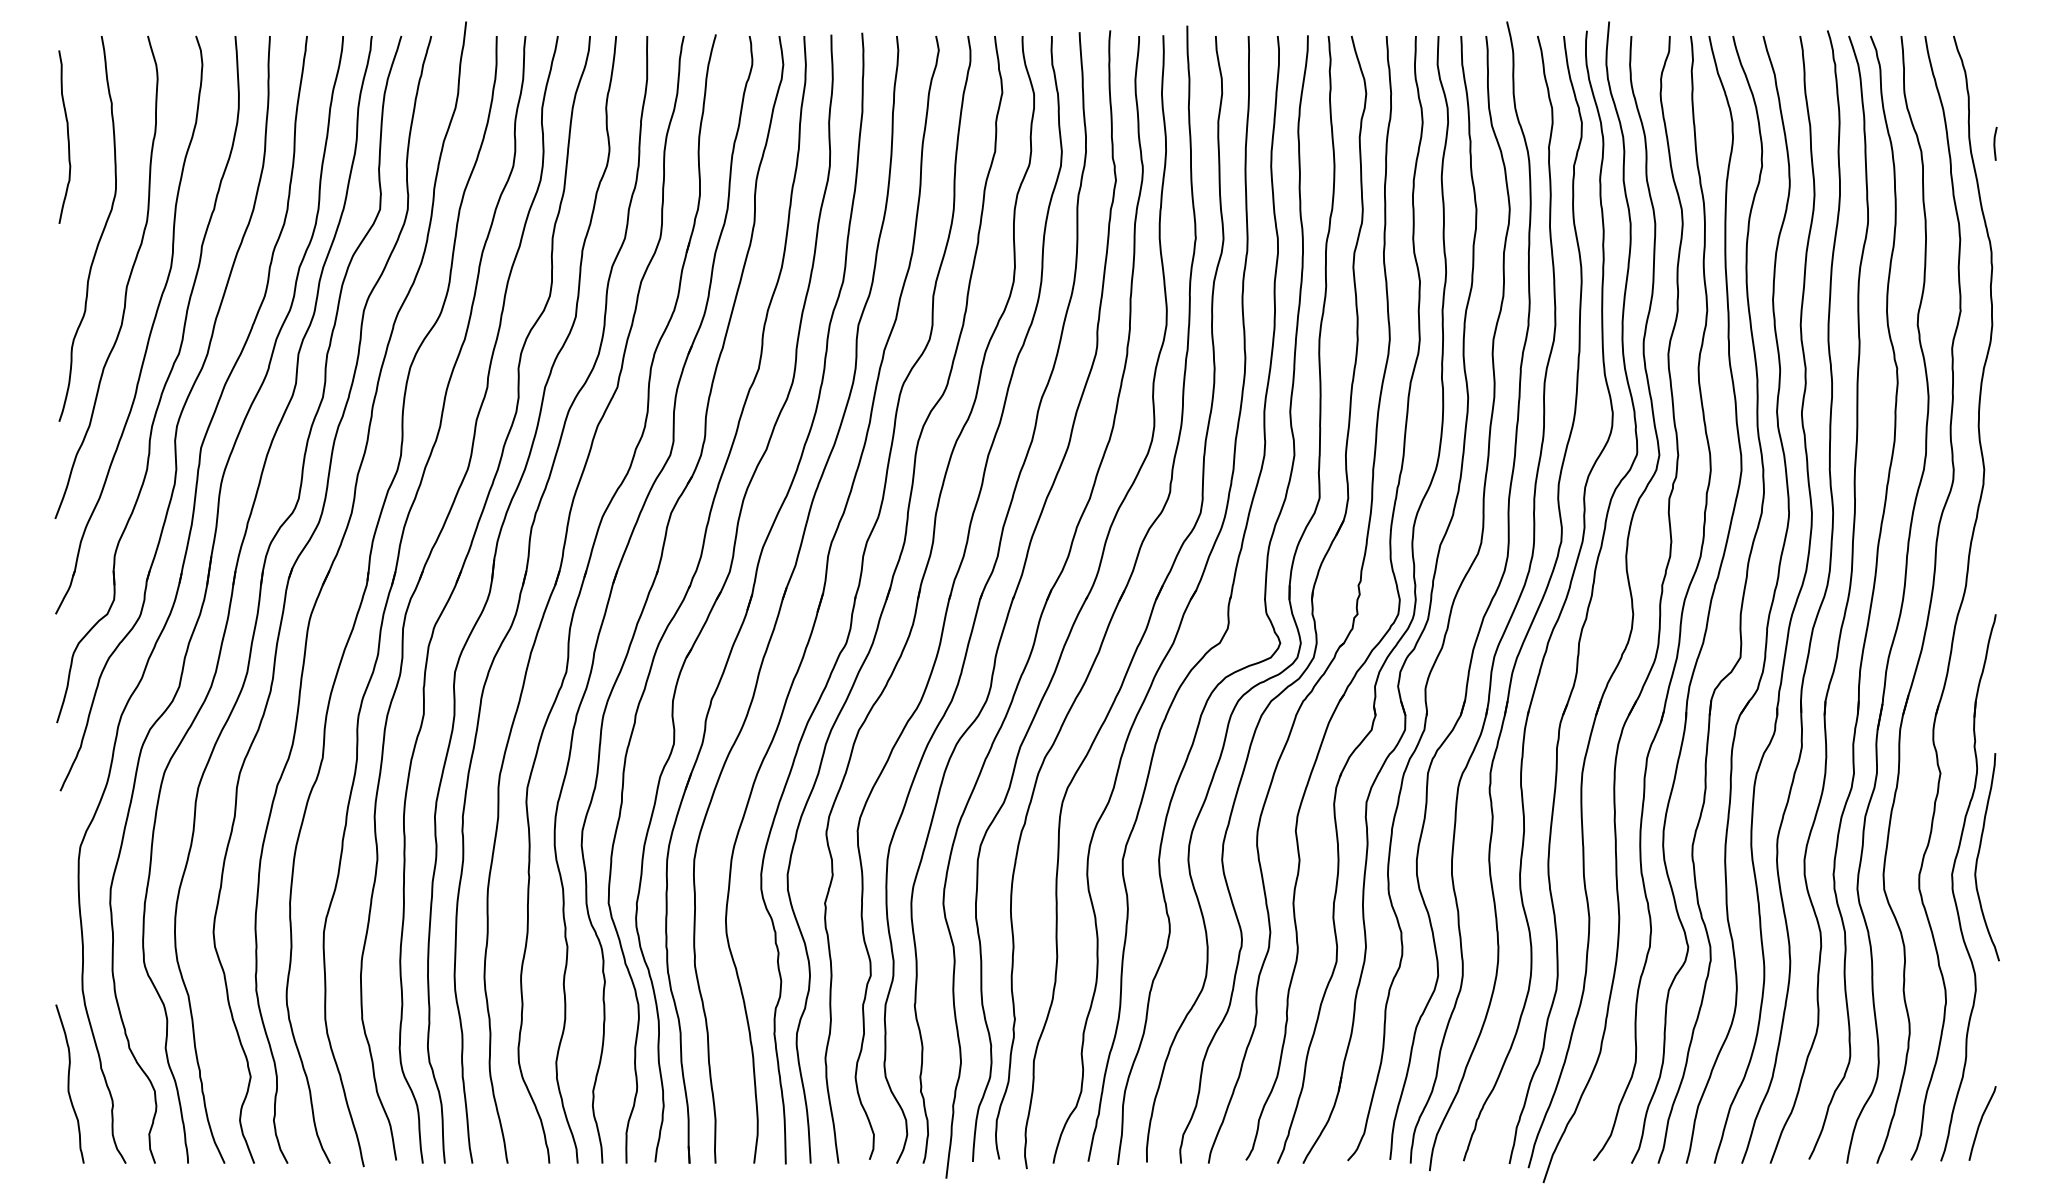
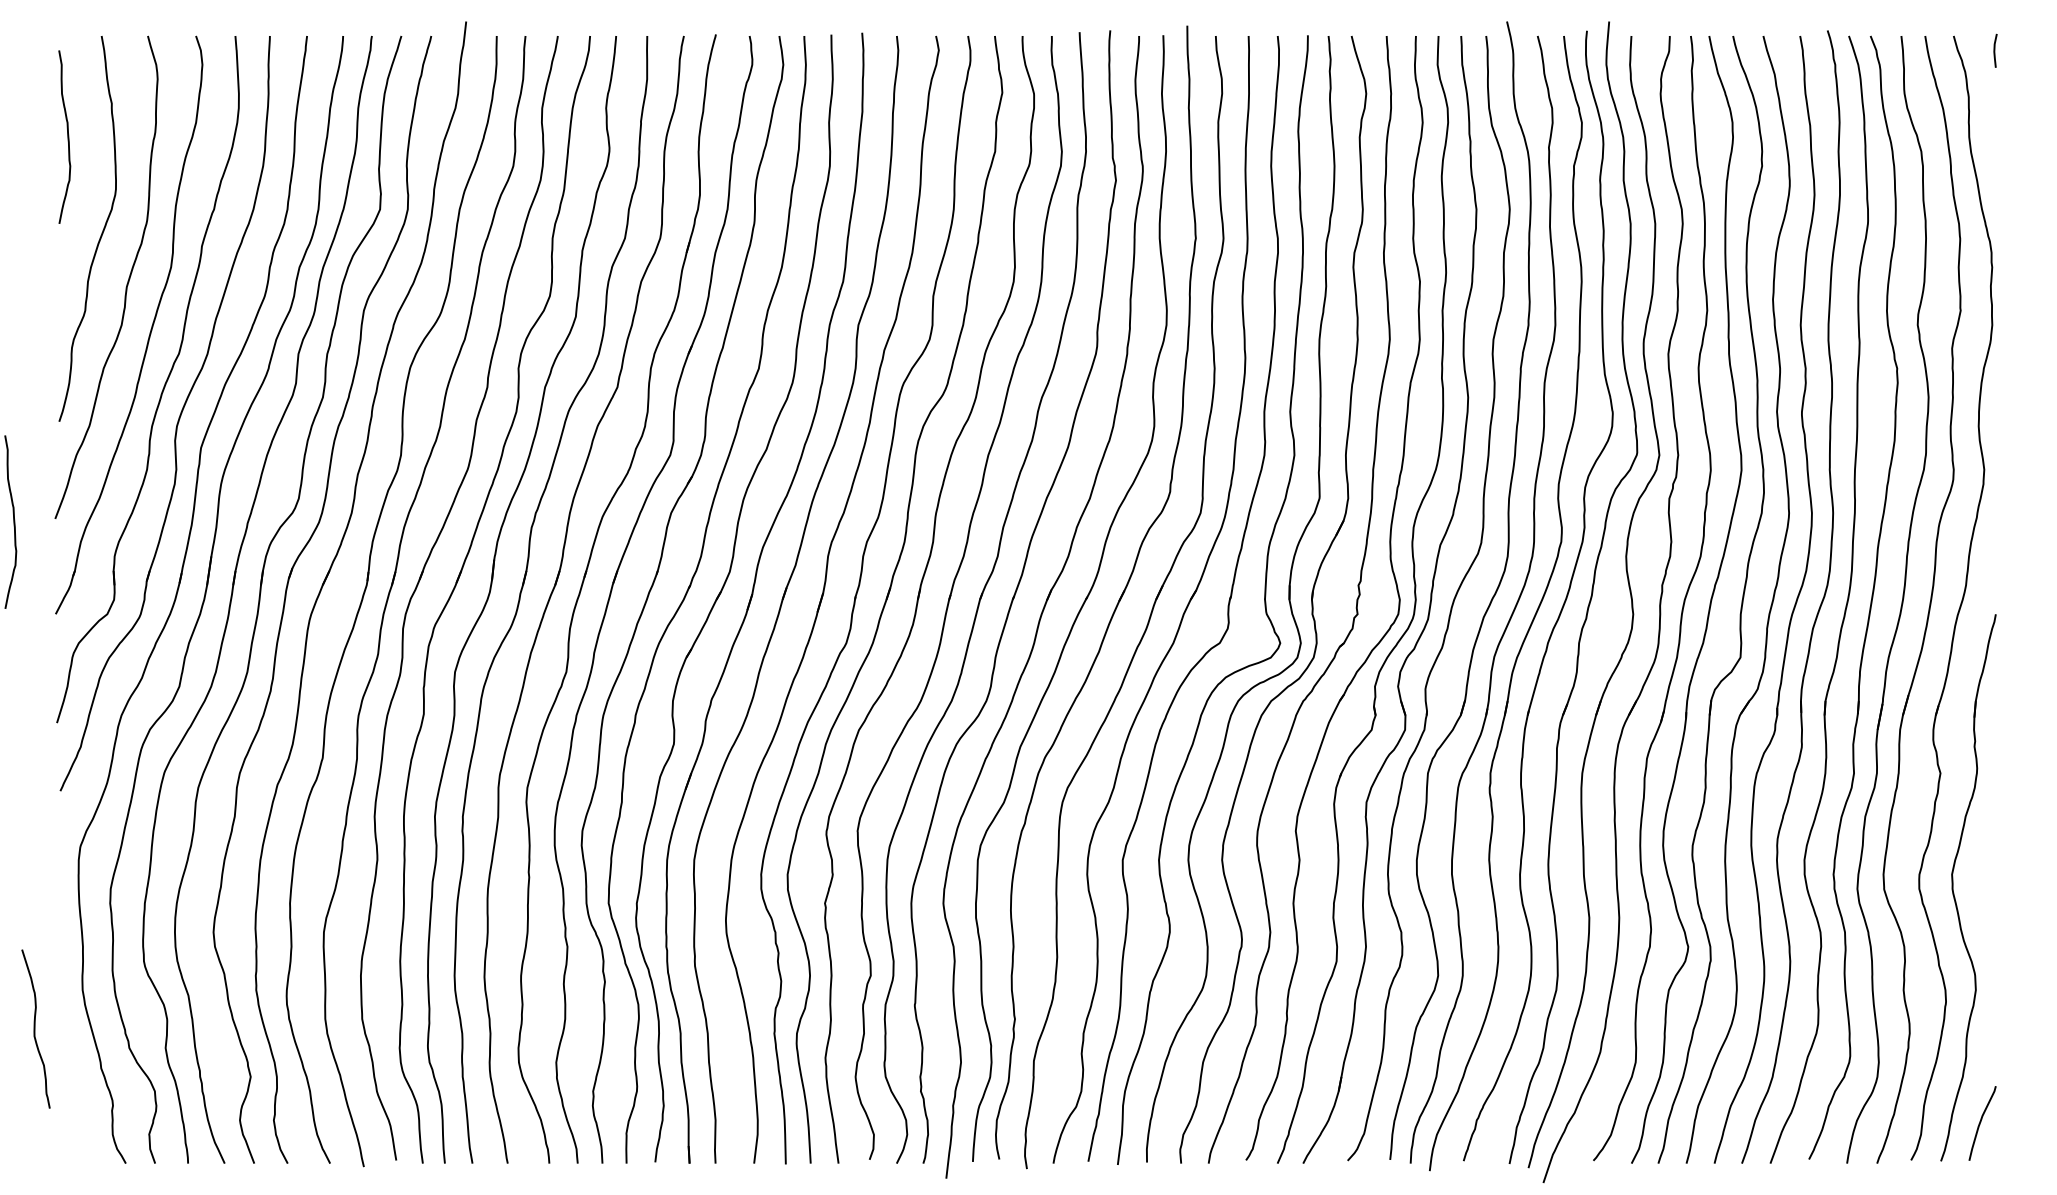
line at (1995, 143) position: (1995, 143) -> (1995, 50)
curve at (13, 521): none -> present
curve at (1979, 854): present -> none
curve at (69, 1083) position: (69, 1083) -> (35, 1028)
